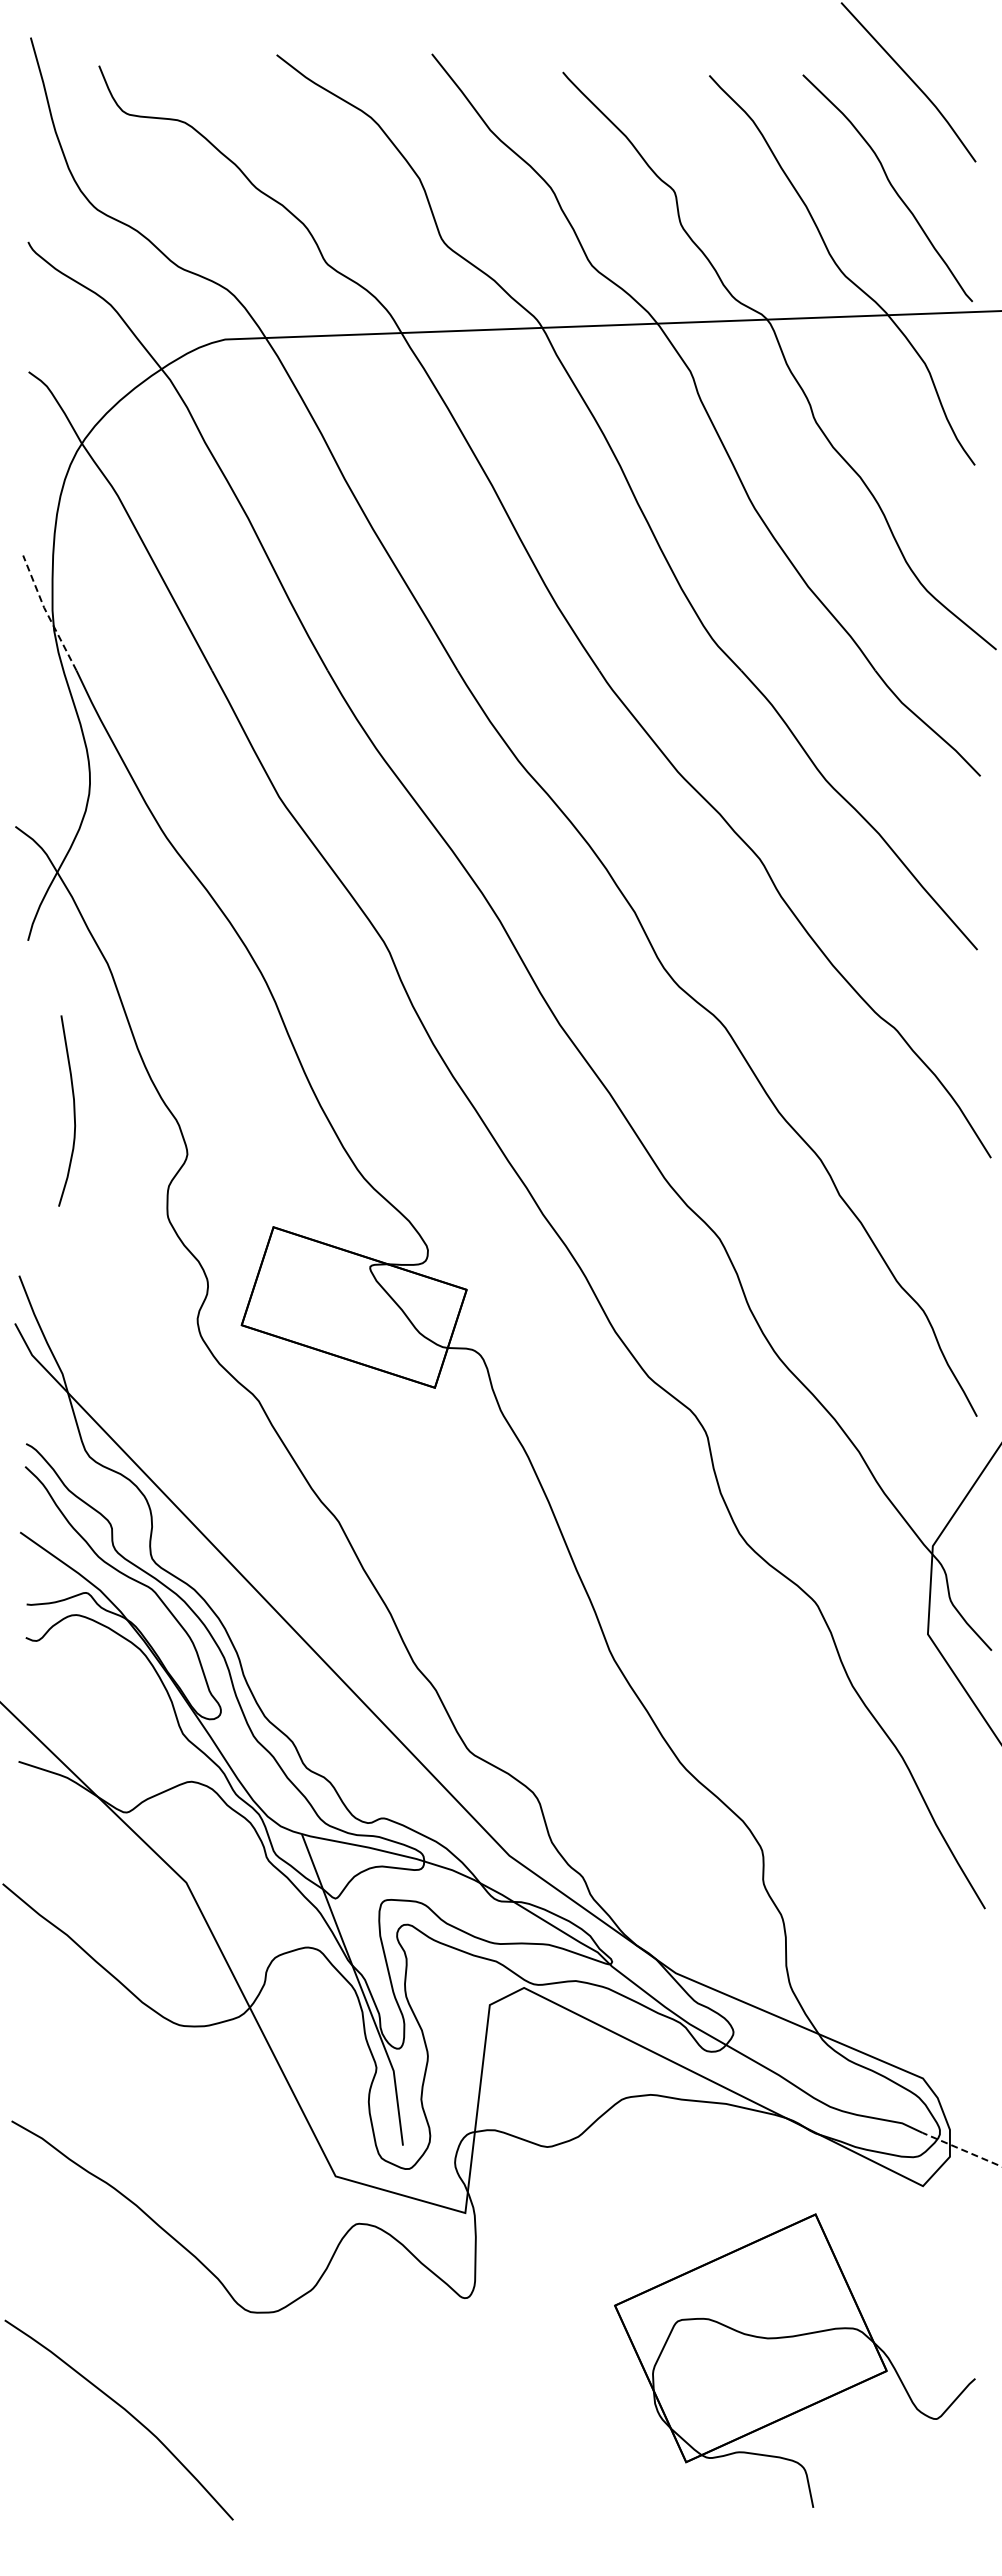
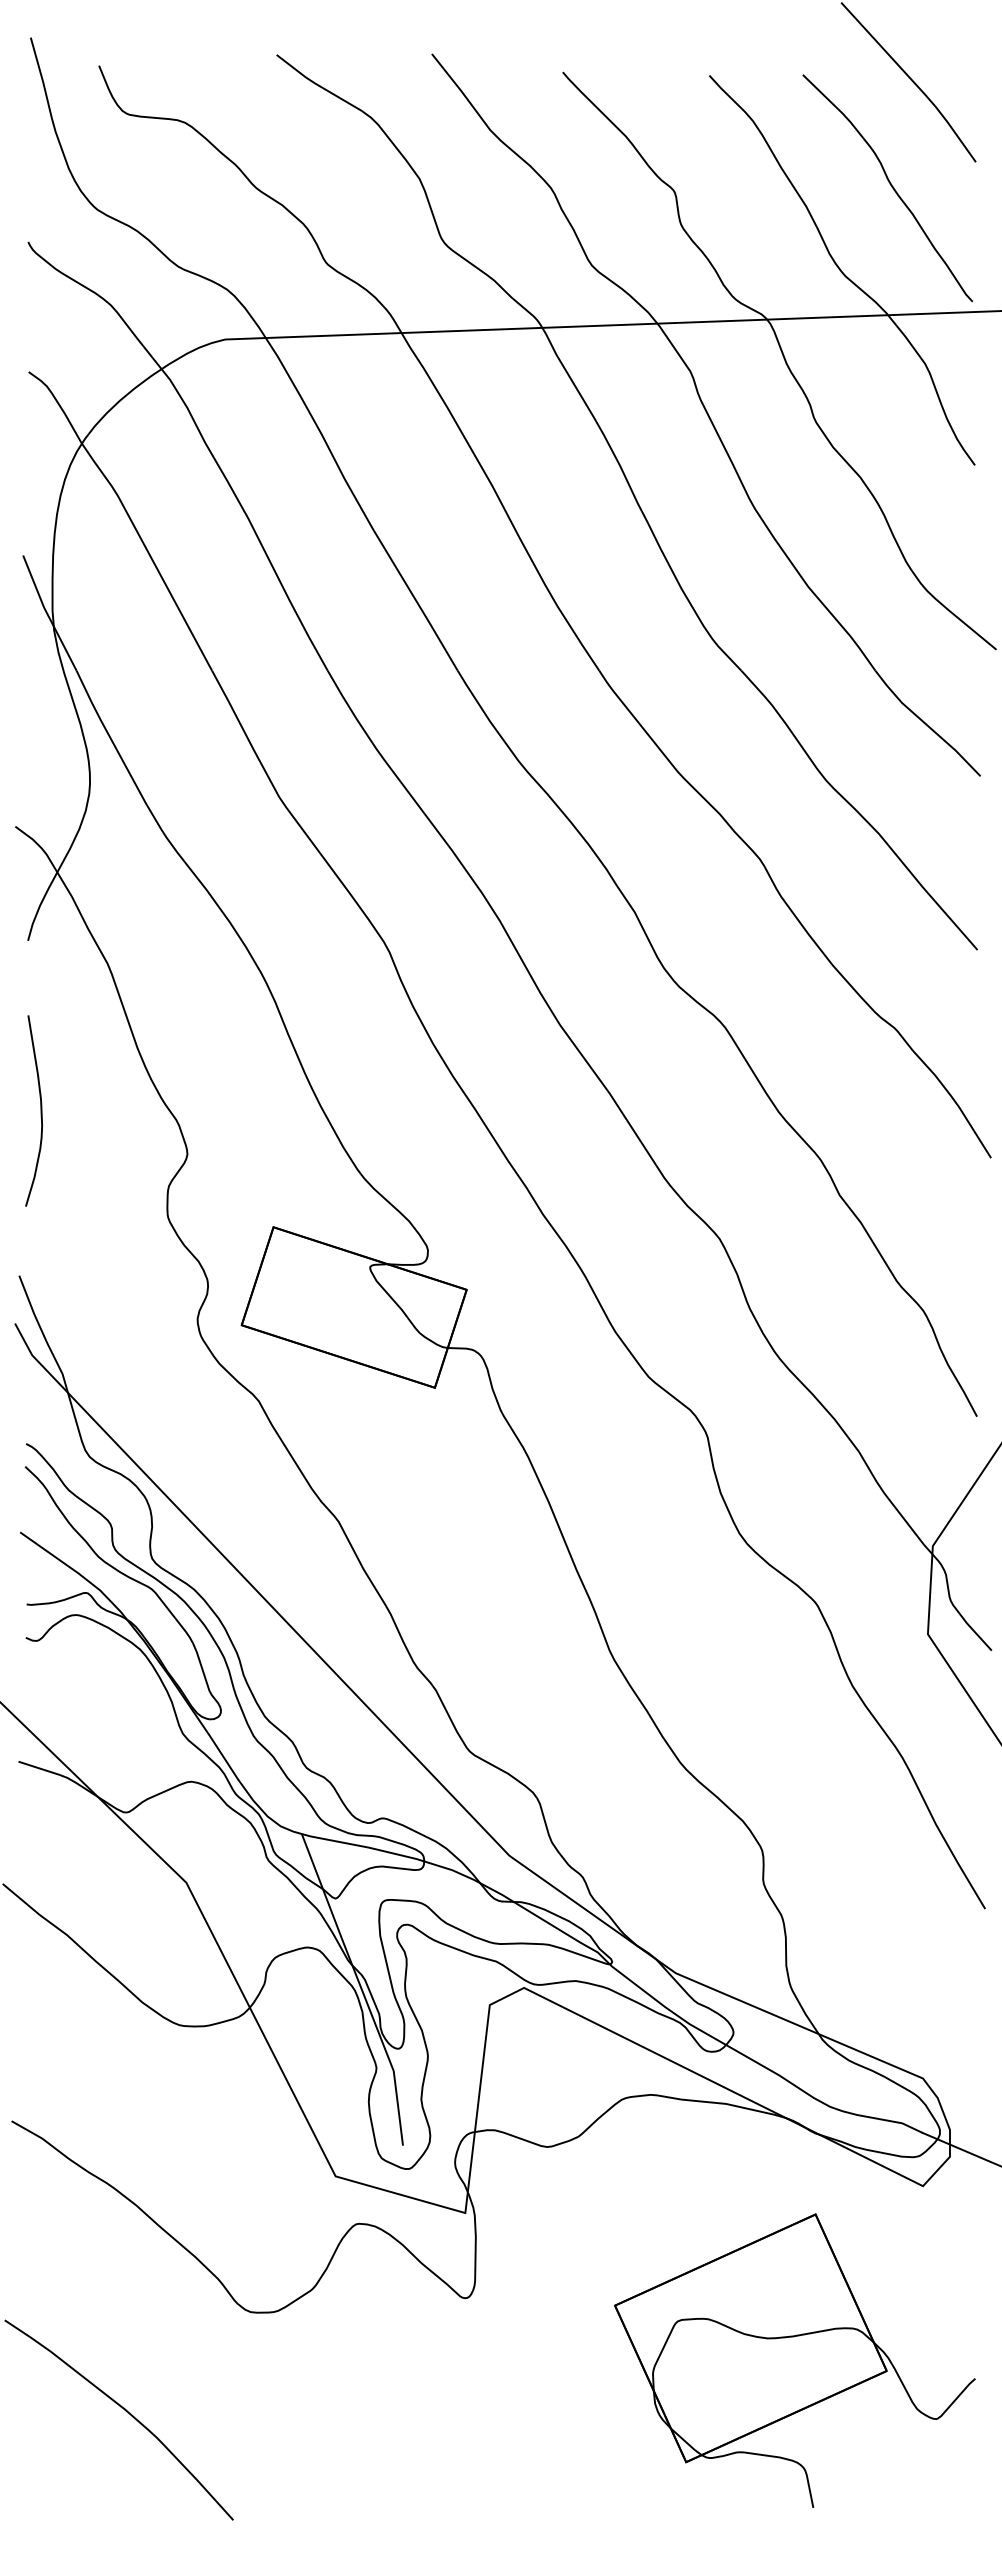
line at (46, 613): dashed -> solid
curve at (73, 1110) position: (73, 1110) -> (40, 1110)
line at (962, 2149): dashed -> solid
